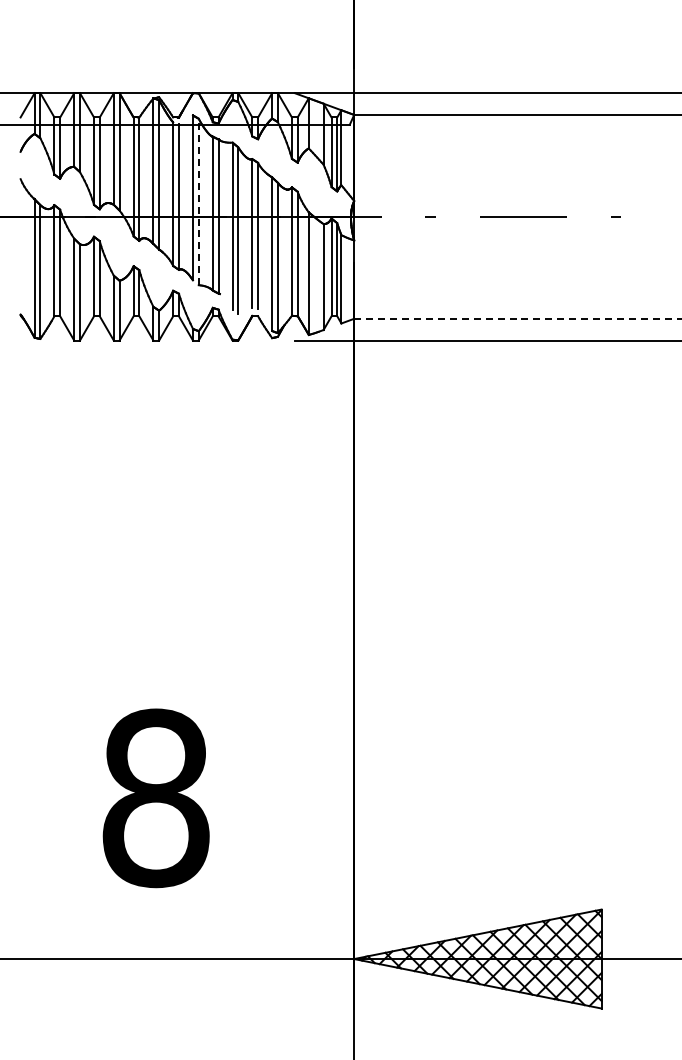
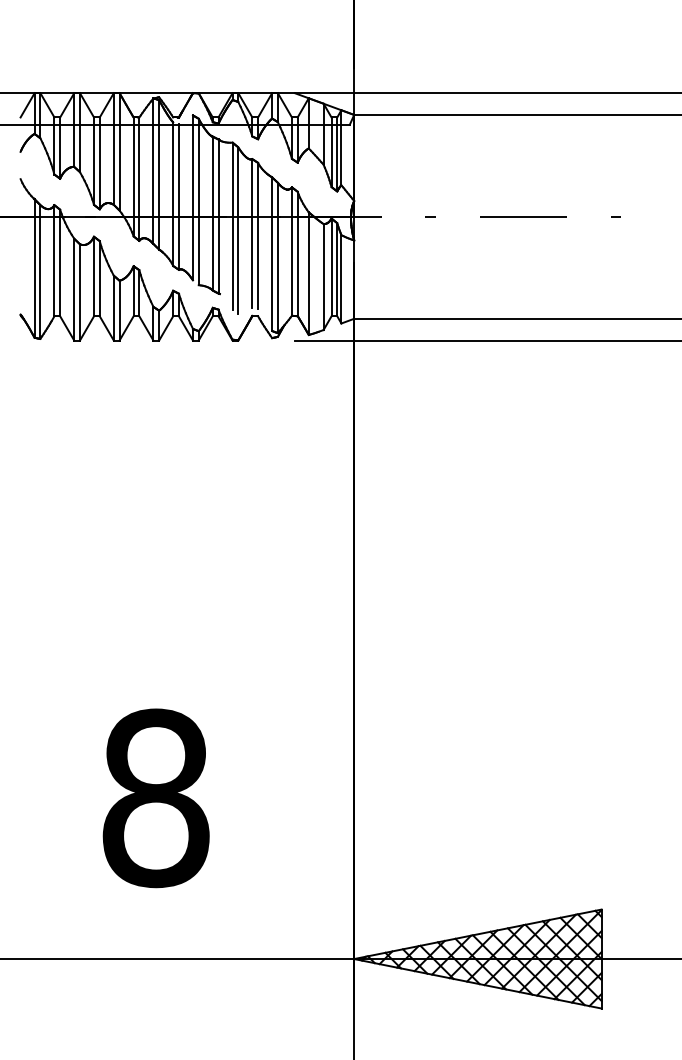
line at (198, 201): dashed -> solid
line at (518, 318): dashed -> solid
